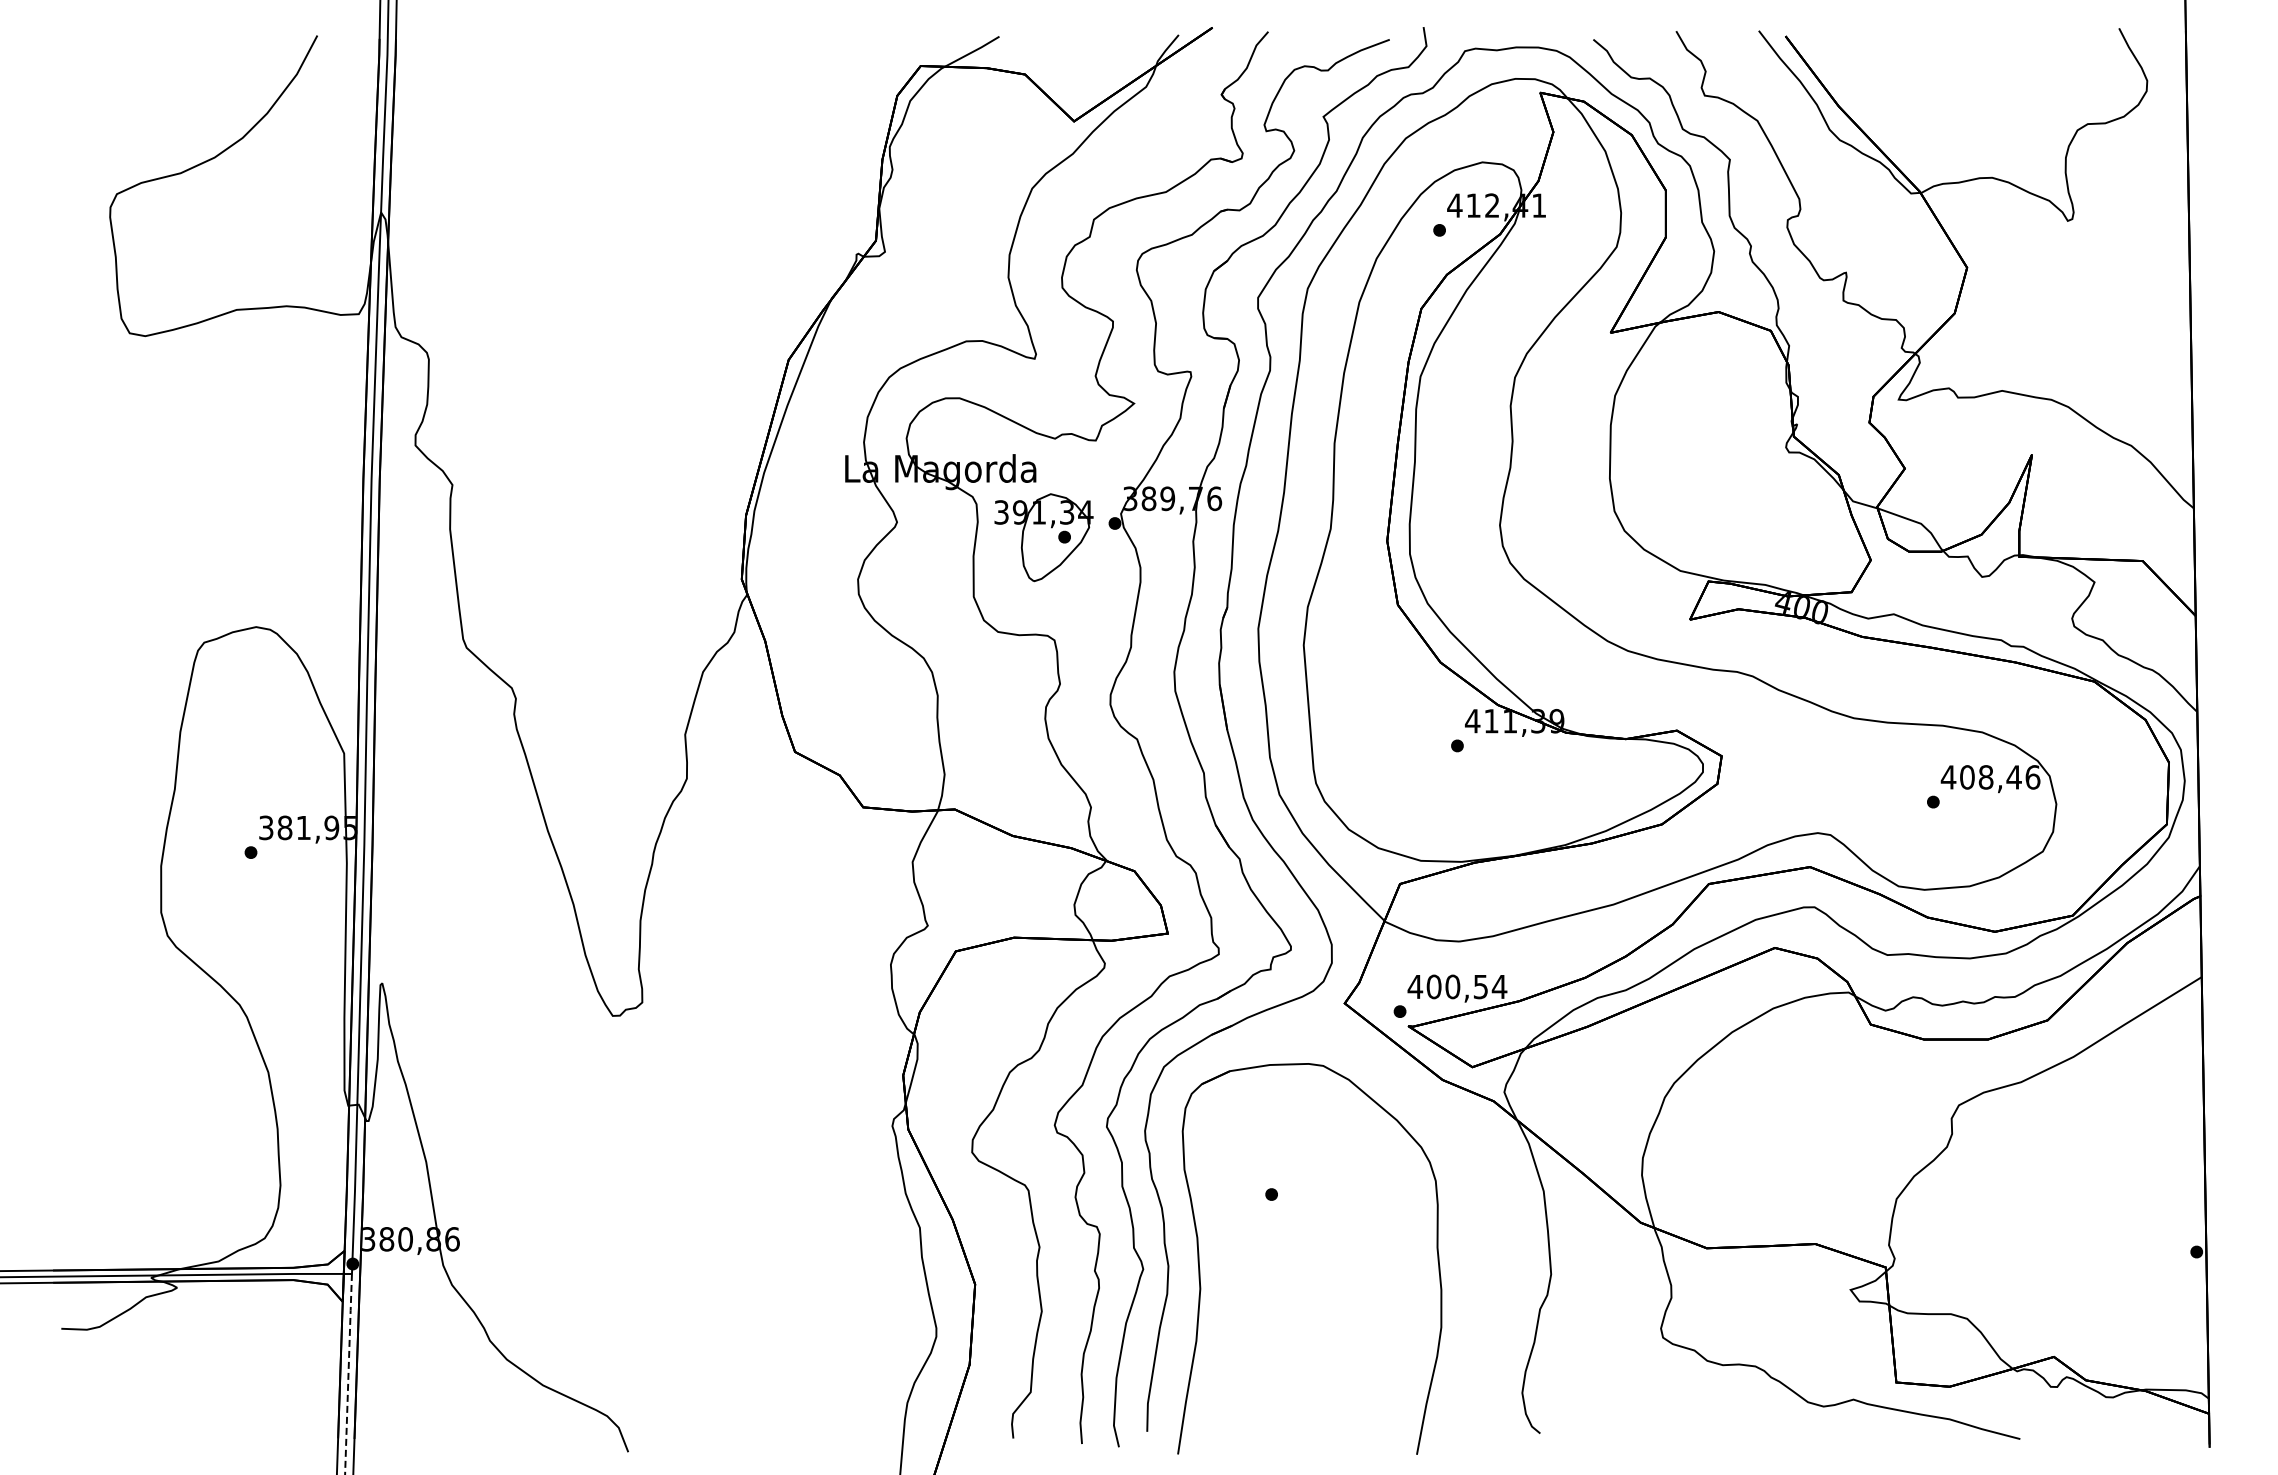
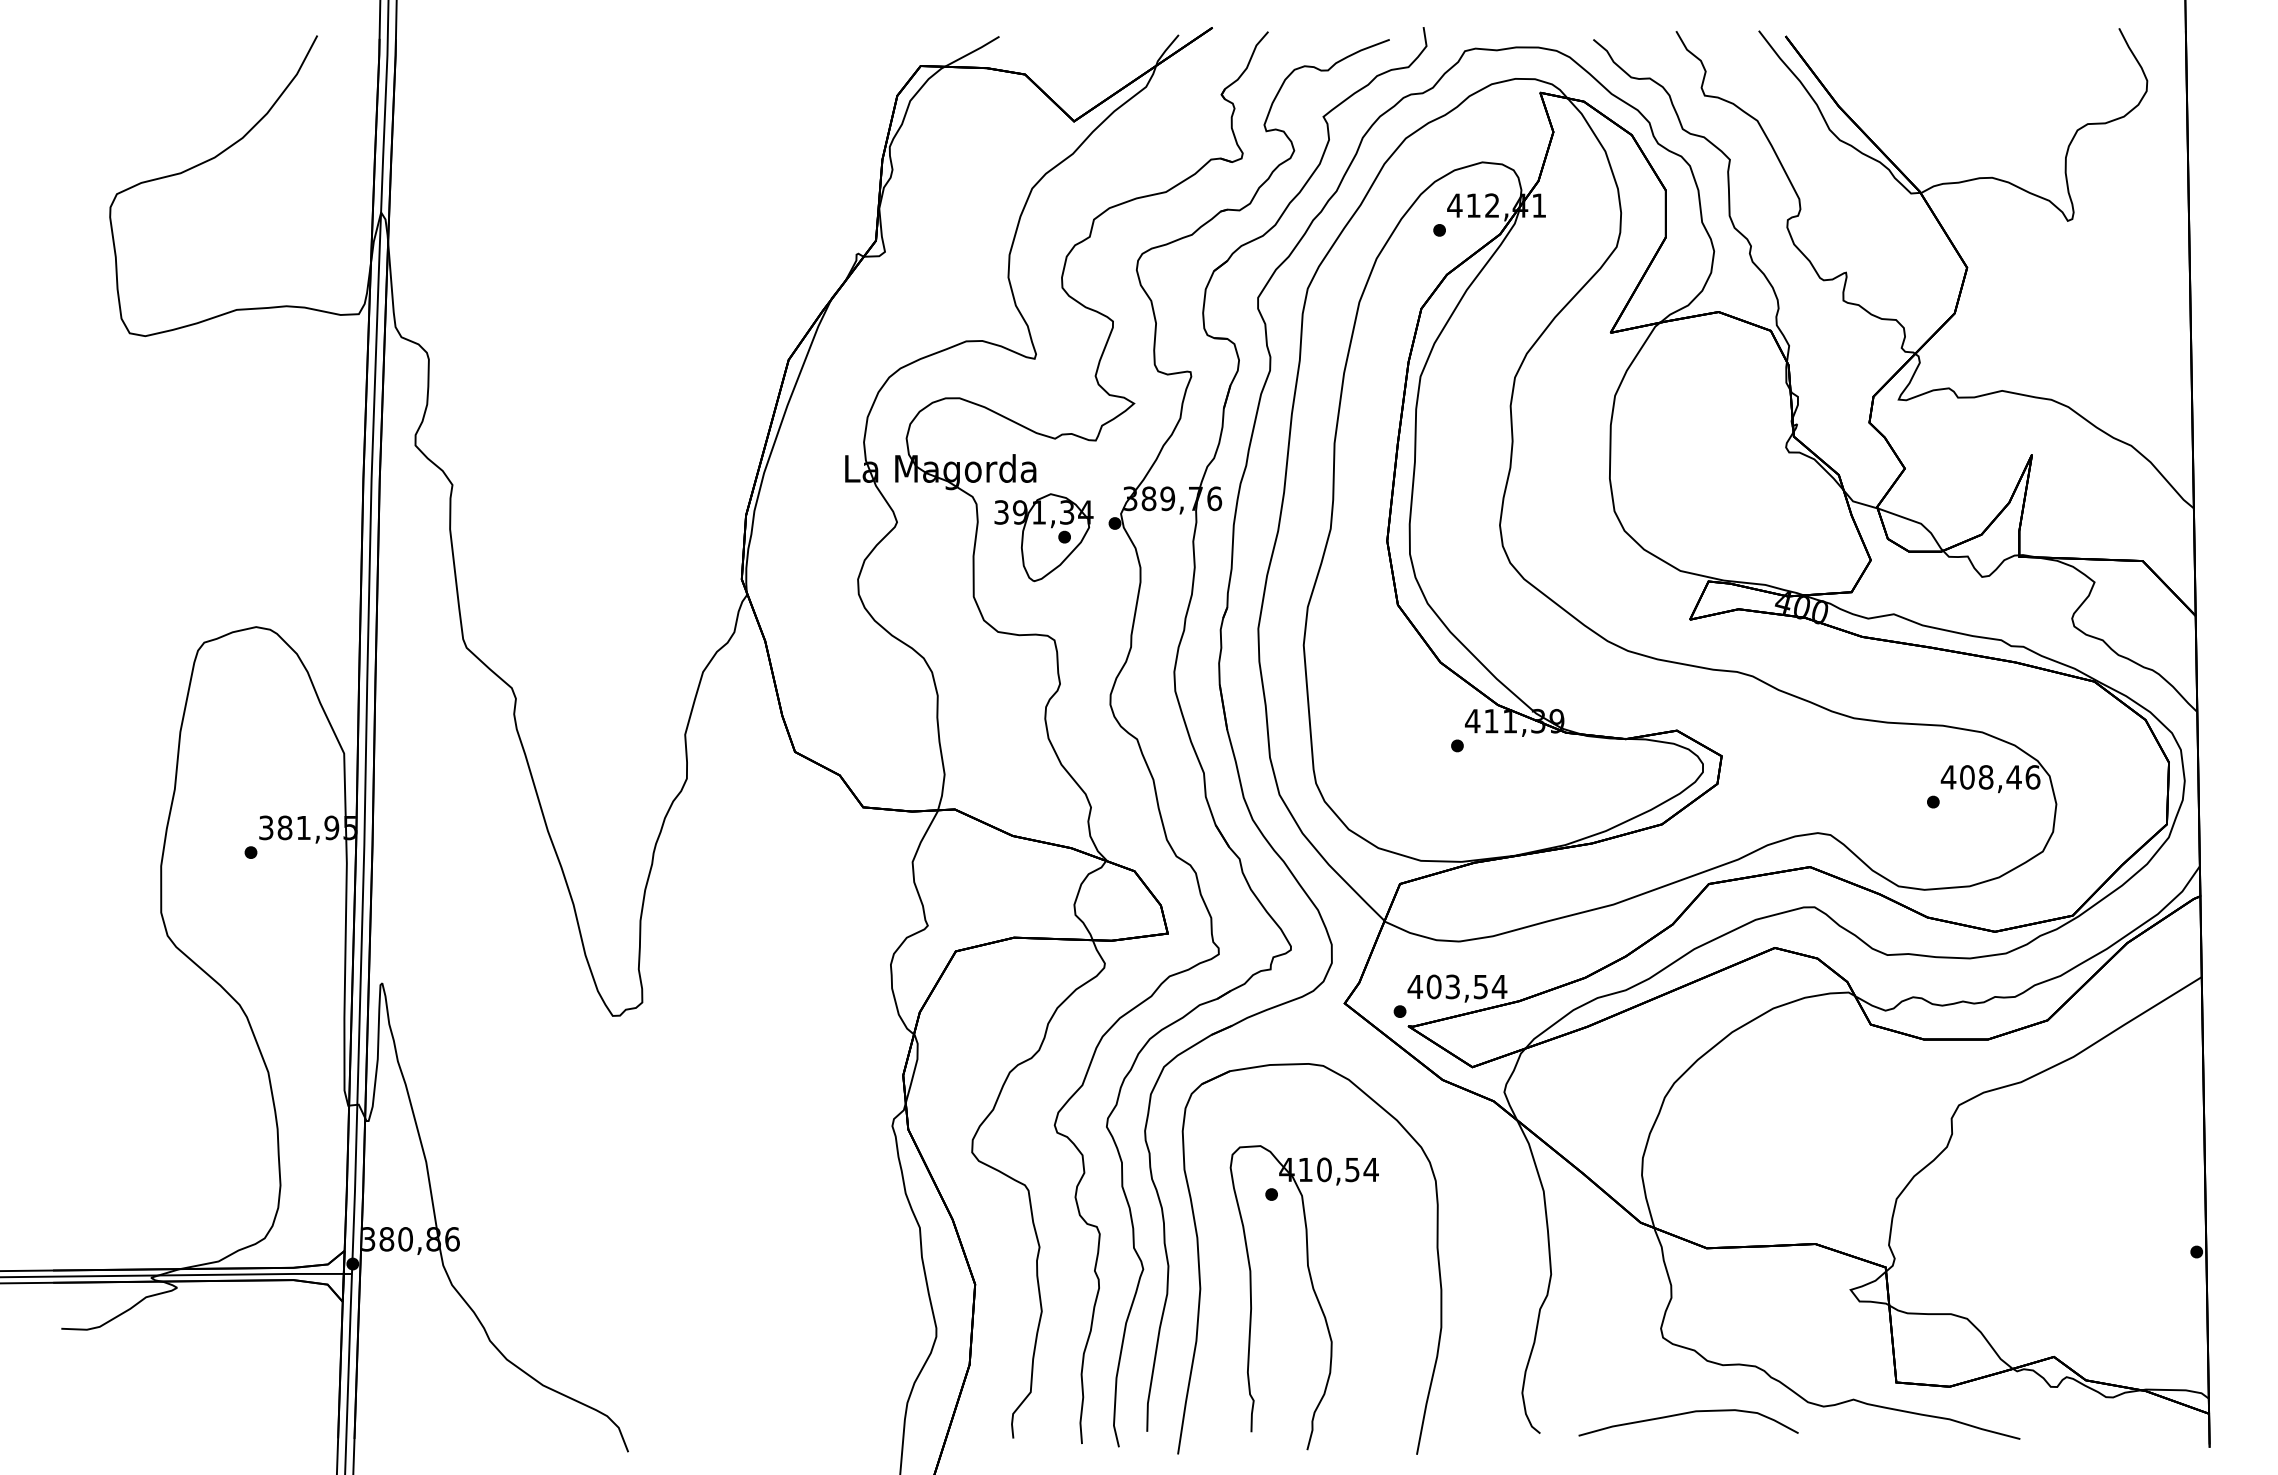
text at (1452, 986): 400,54 -> 403,54
part at (1313, 1292): none -> present
line at (348, 1373): dashed -> solid
curve at (1685, 1414): none -> present
